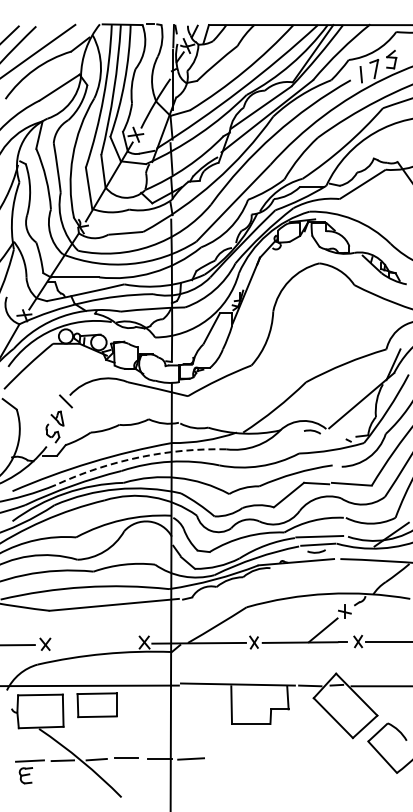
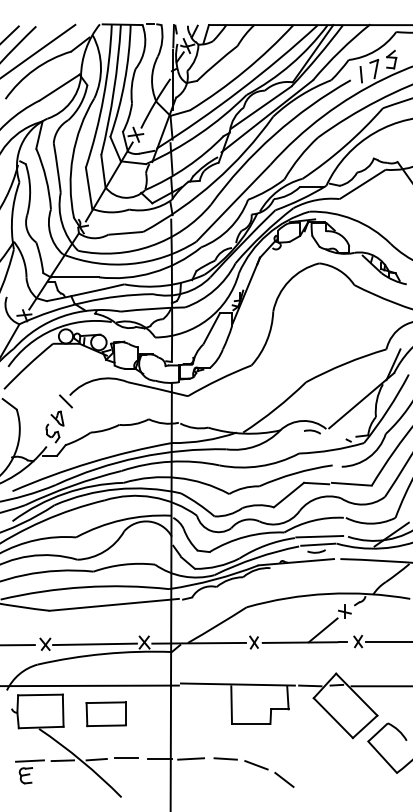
arc at (139, 457): dashed -> solid
line at (94, 644): none -> present
part at (96, 705) position: (96, 705) -> (105, 714)
part at (256, 766): none -> present
